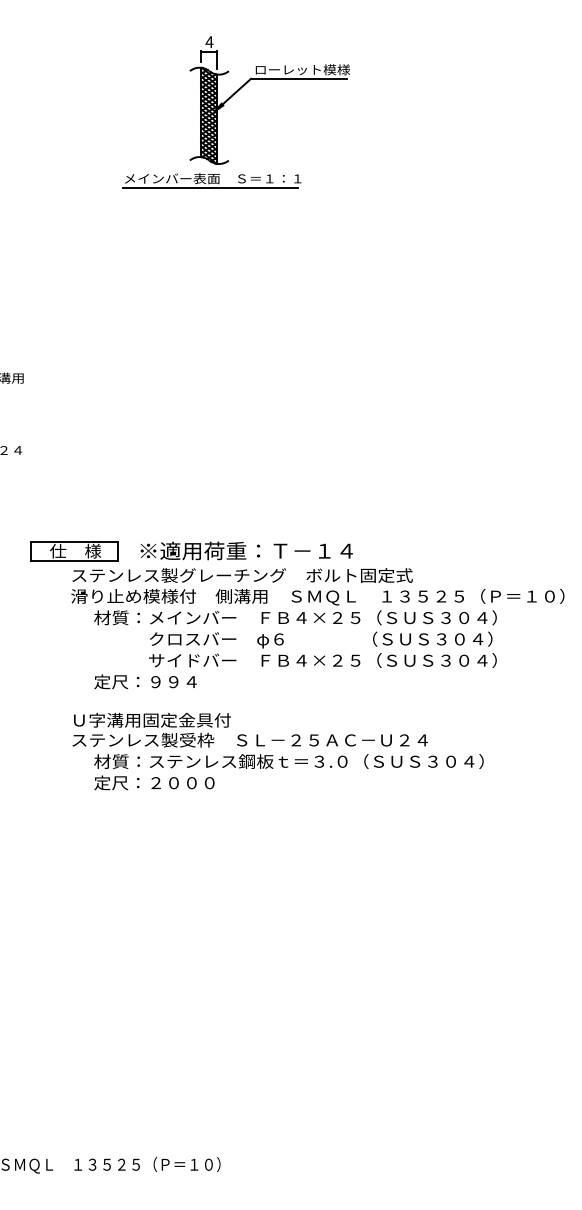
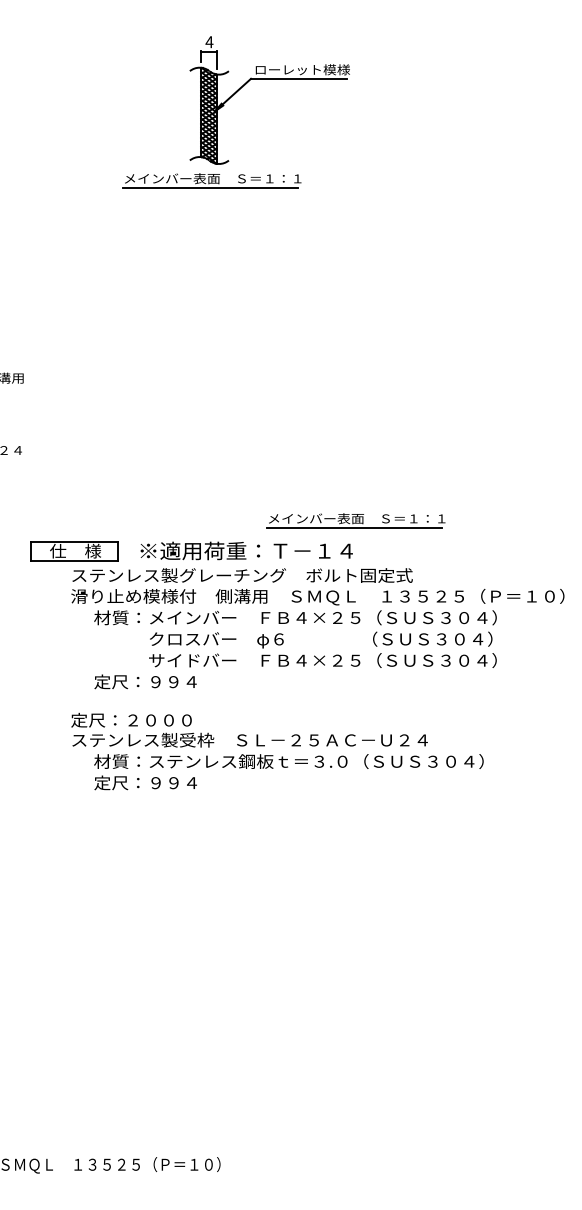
part at (355, 520): none -> present
text at (150, 719): Ｕ字溝用固定金具付 -> 定尺：２０００
text at (182, 783): 定尺：２０００ -> 定尺：９９４
